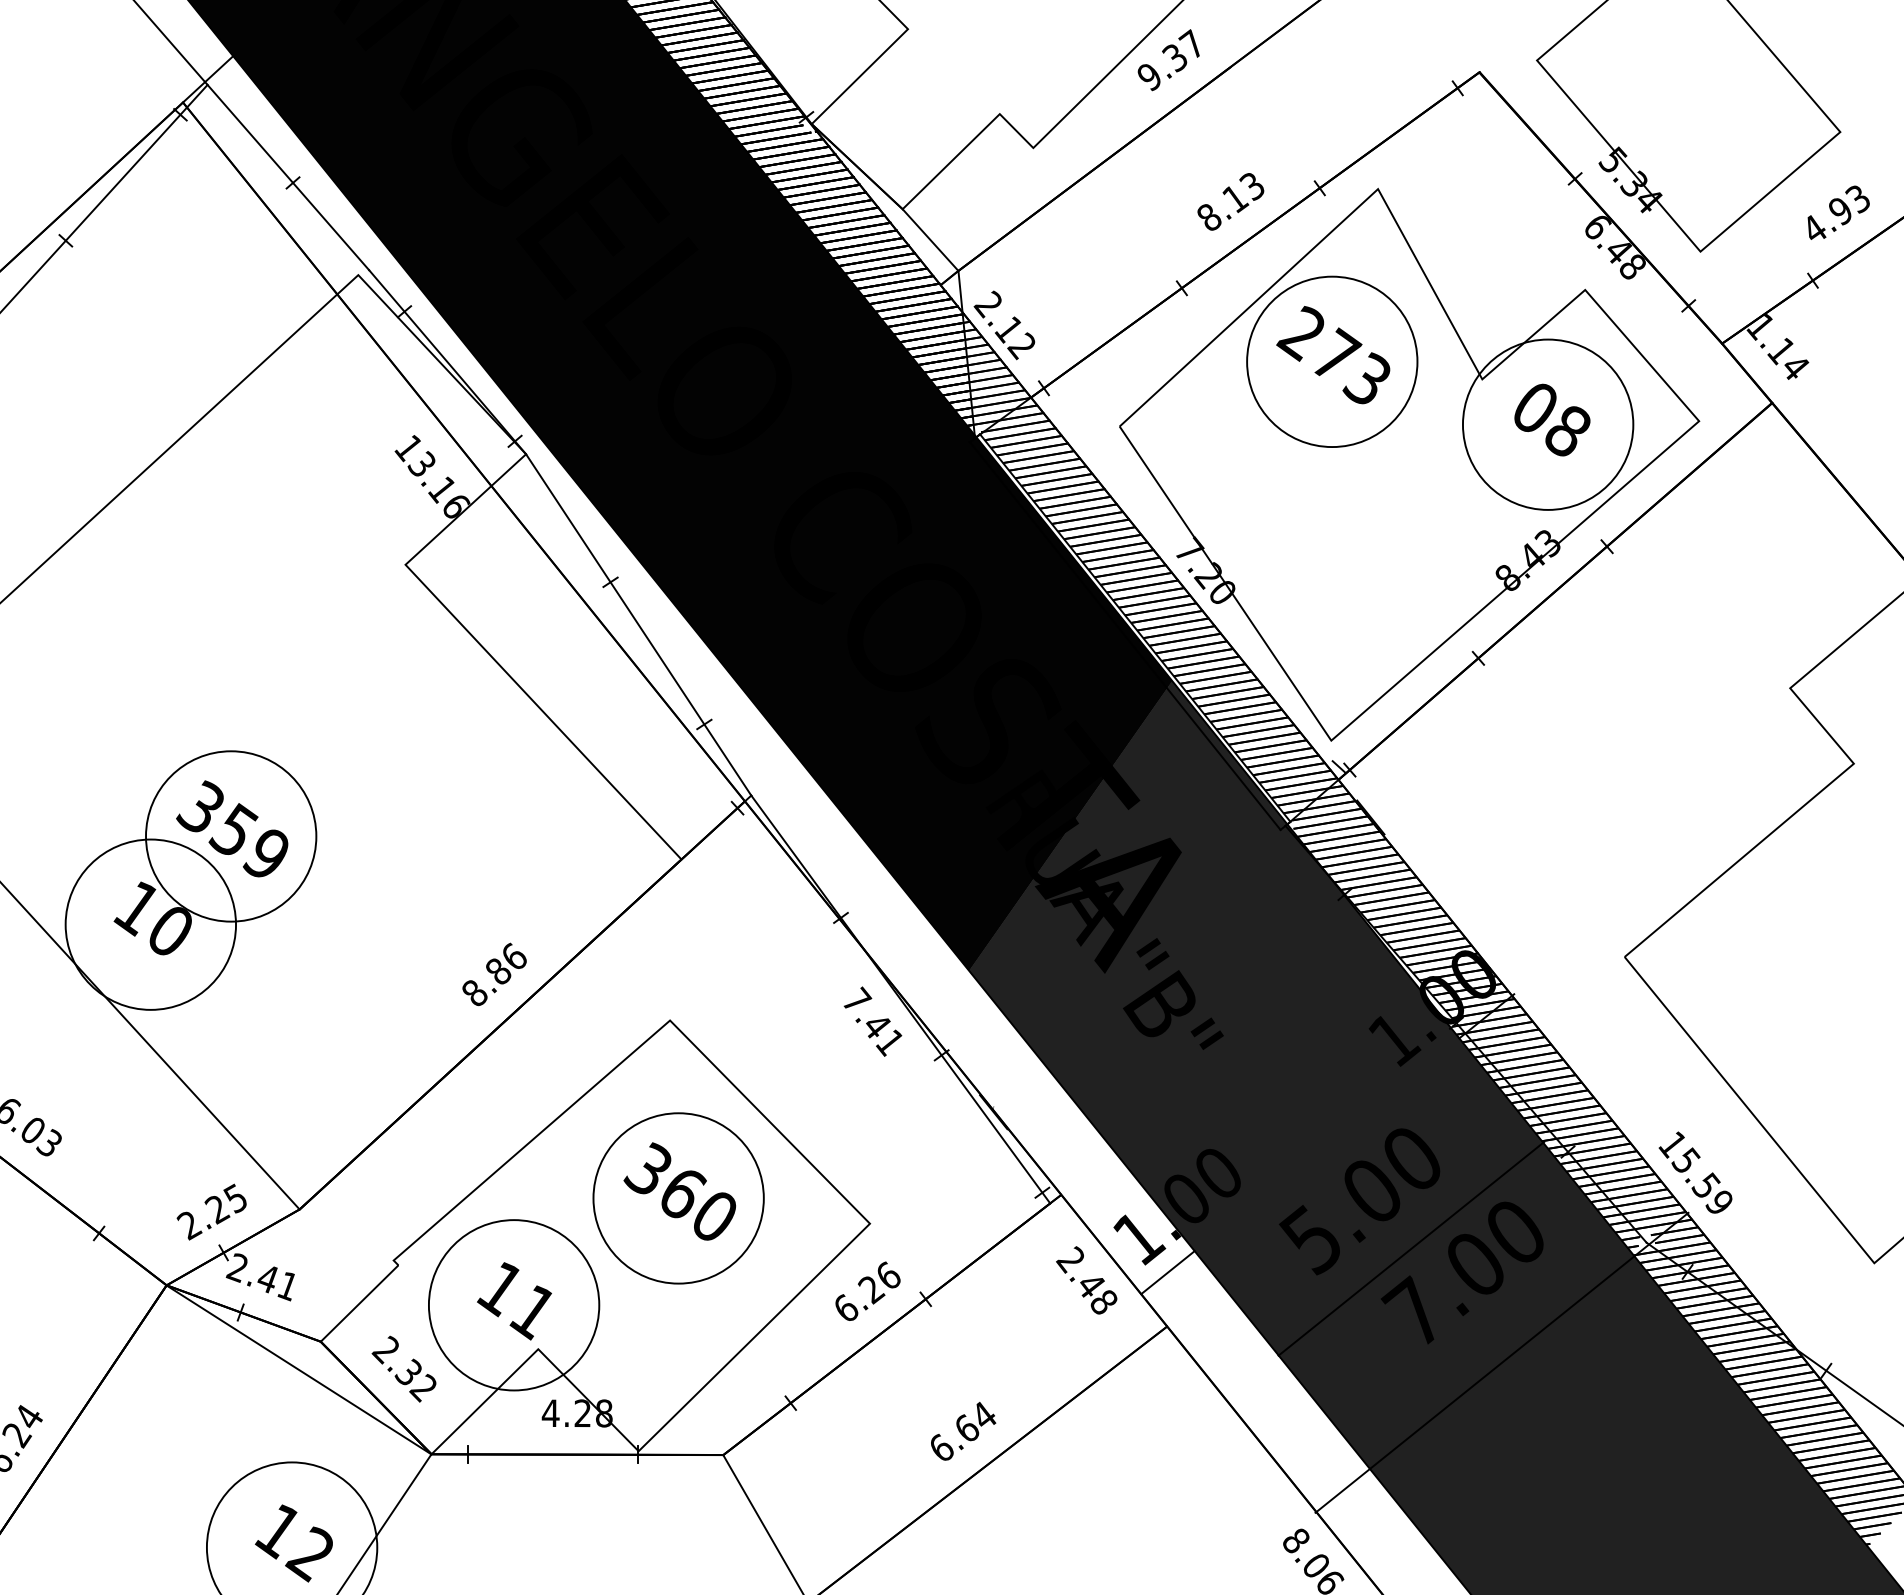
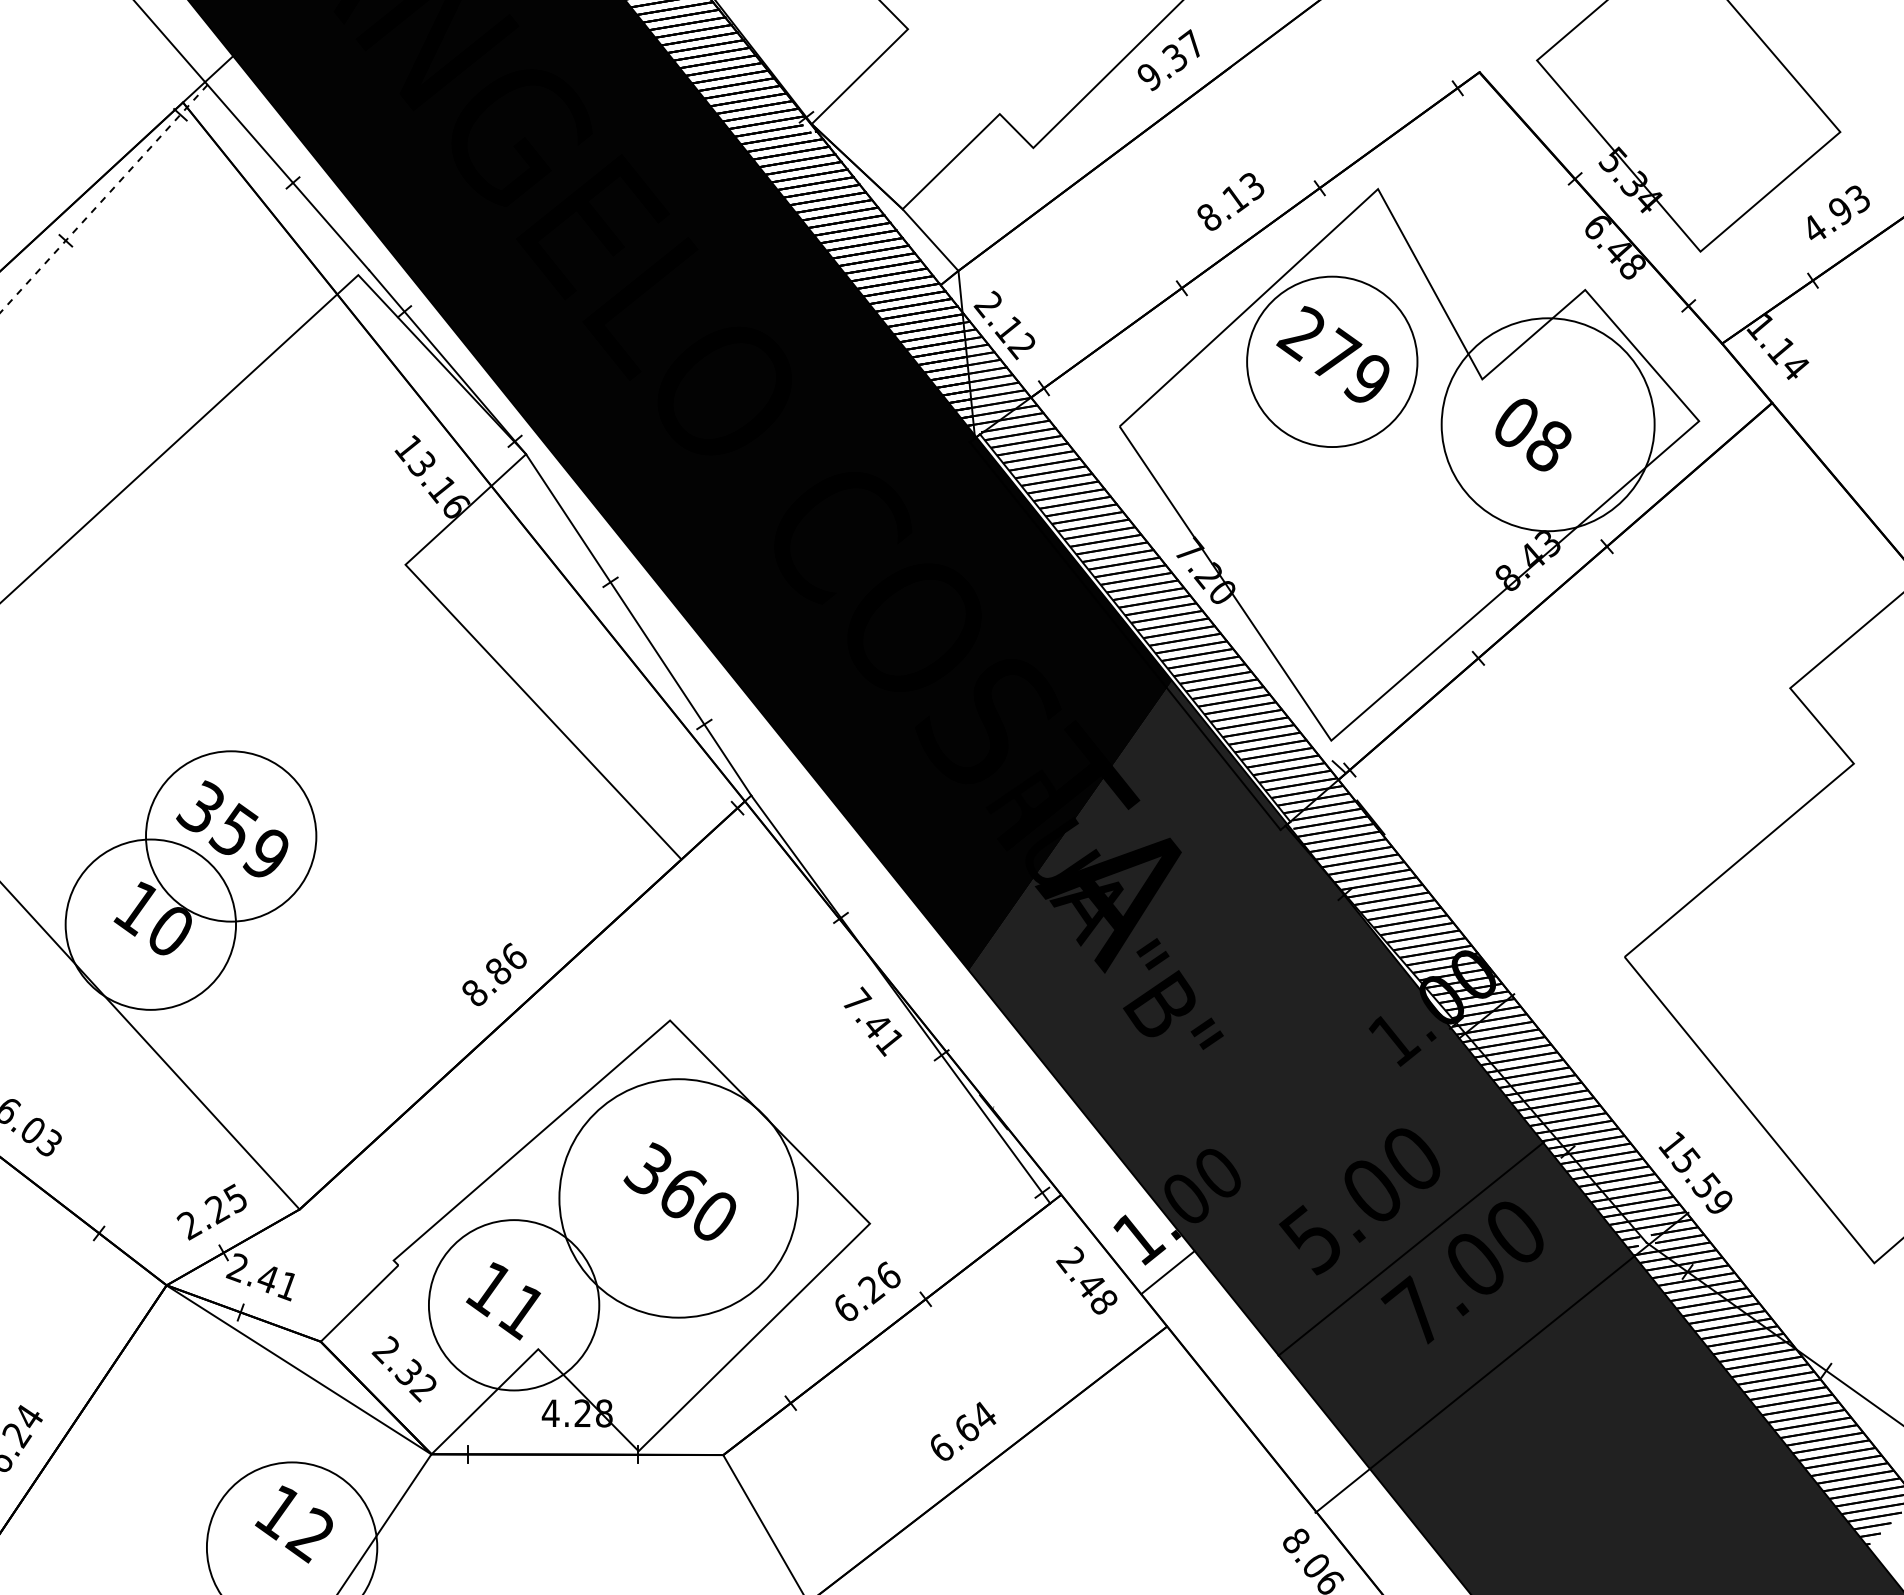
line at (104, 198): solid -> dashed
text at (1366, 378): 273 -> 279
text at (1552, 419) position: (1552, 419) -> (1533, 434)
circle at (1547, 424) diameter: 170 px -> 213 px
circle at (678, 1198) diameter: 170 px -> 238 px
text at (514, 1301) position: (514, 1301) -> (503, 1301)
text at (293, 1543) position: (293, 1543) -> (293, 1524)
